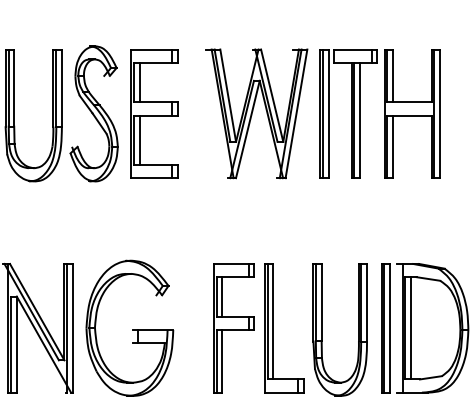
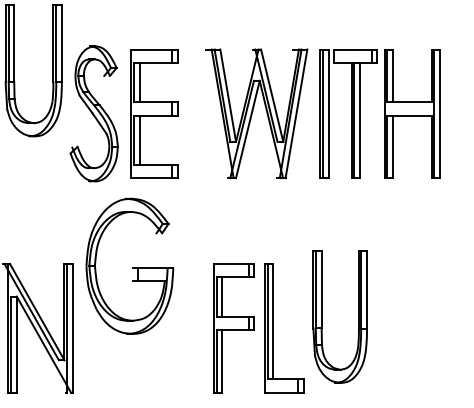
part at (14, 115) position: (14, 115) -> (14, 70)
part at (129, 327) position: (129, 327) -> (129, 265)
part at (425, 328): present -> none
part at (322, 329) position: (322, 329) -> (322, 316)
